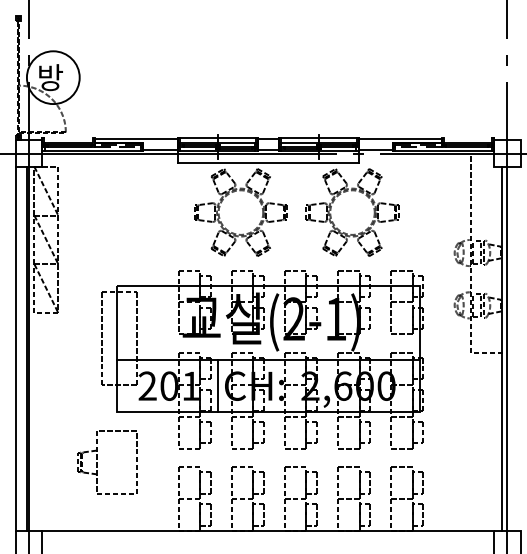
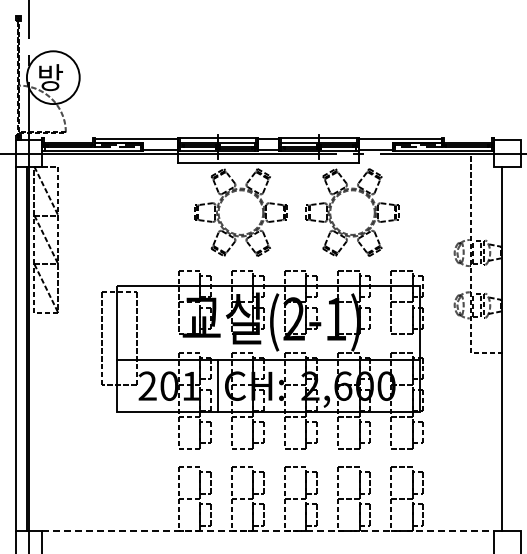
line at (507, 276): present -> none
part at (97, 462): present -> none
line at (268, 530): solid -> dashed
